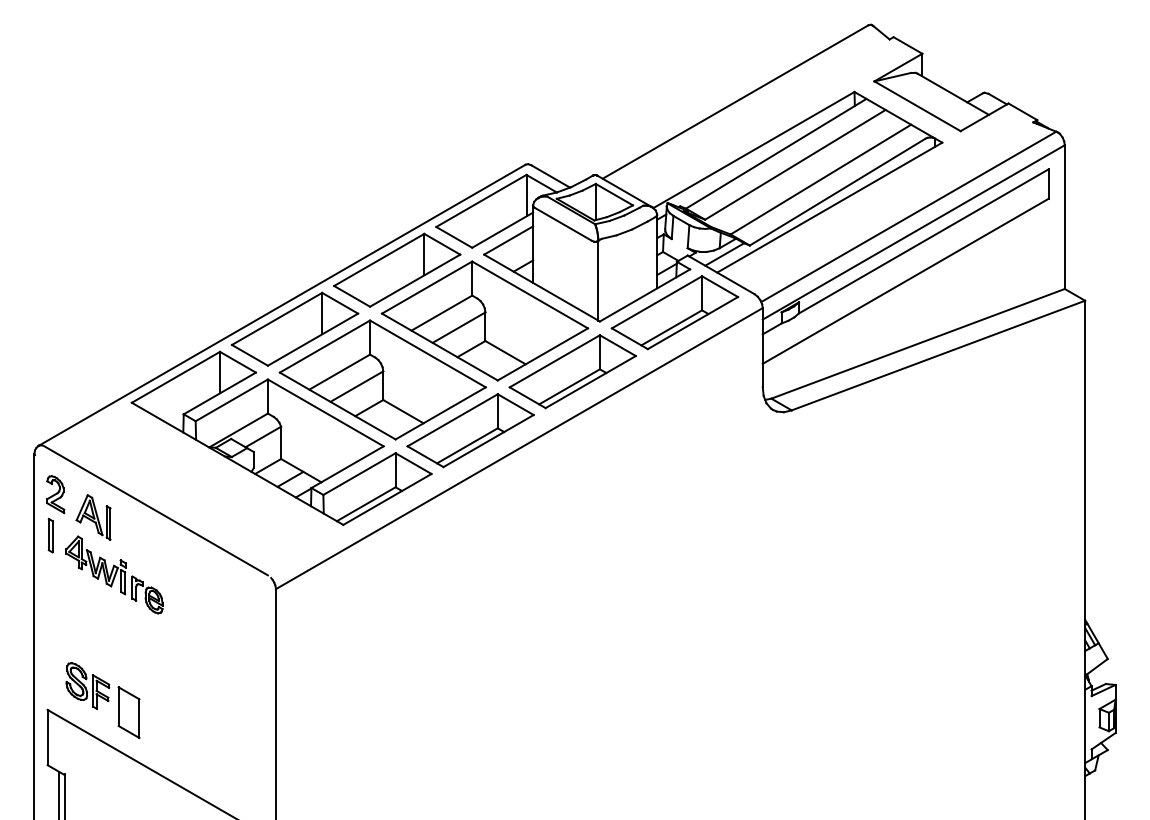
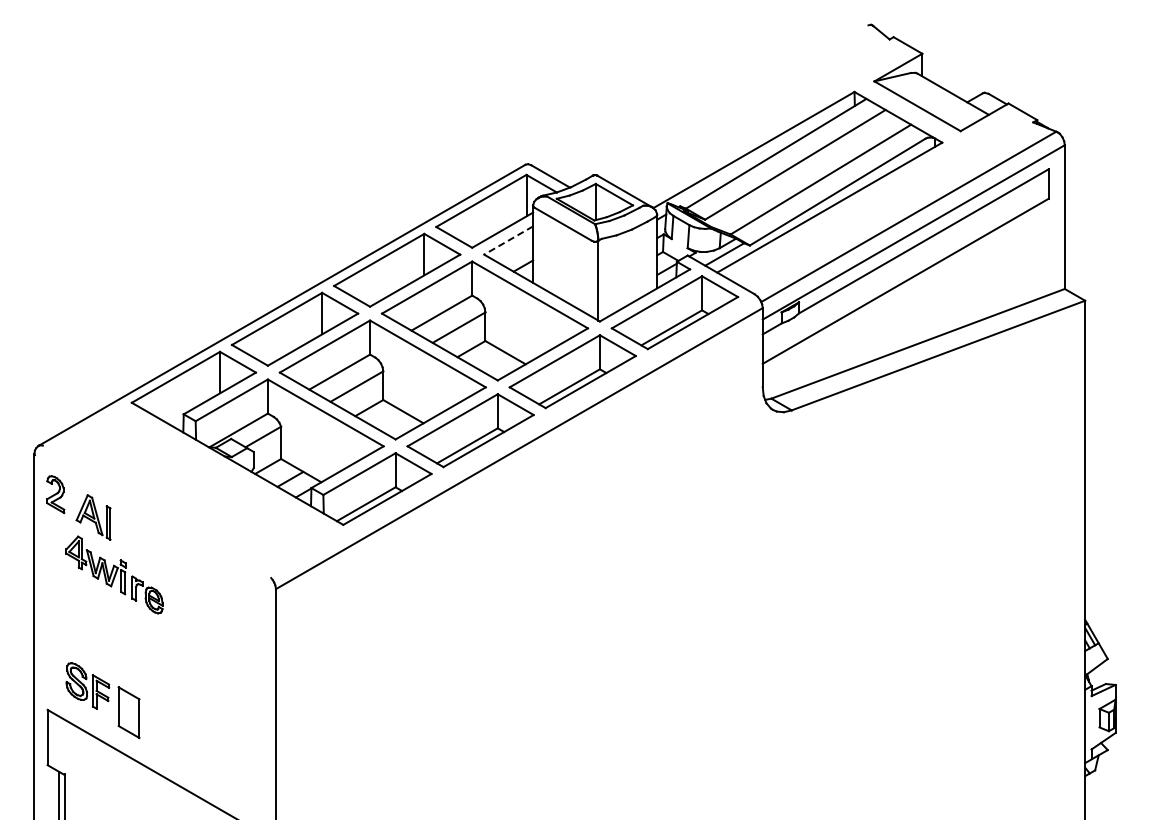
line at (735, 101): present -> none
line at (508, 240): solid -> dashed
line at (155, 510): present -> none
part at (50, 535): present -> none
